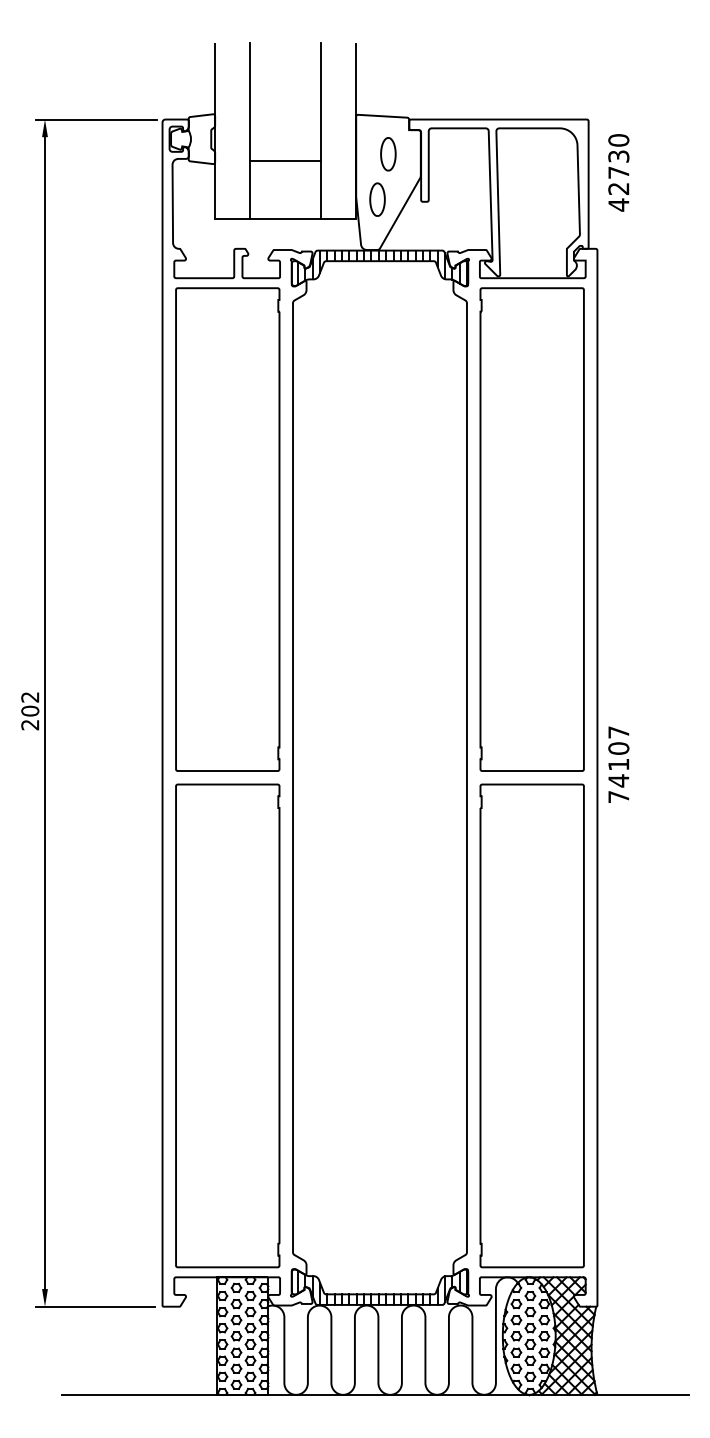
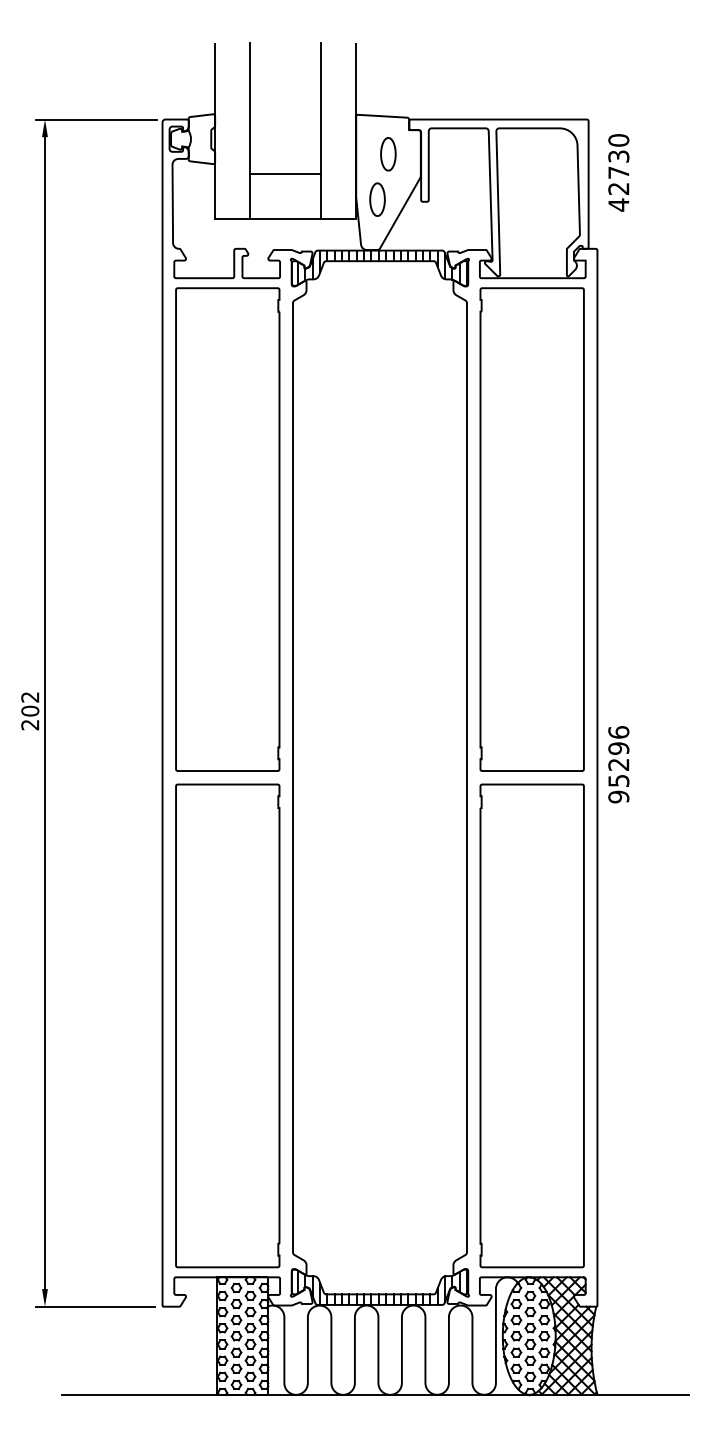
line at (285, 160) position: (285, 160) -> (285, 173)
text at (618, 764): 74107 -> 95296
